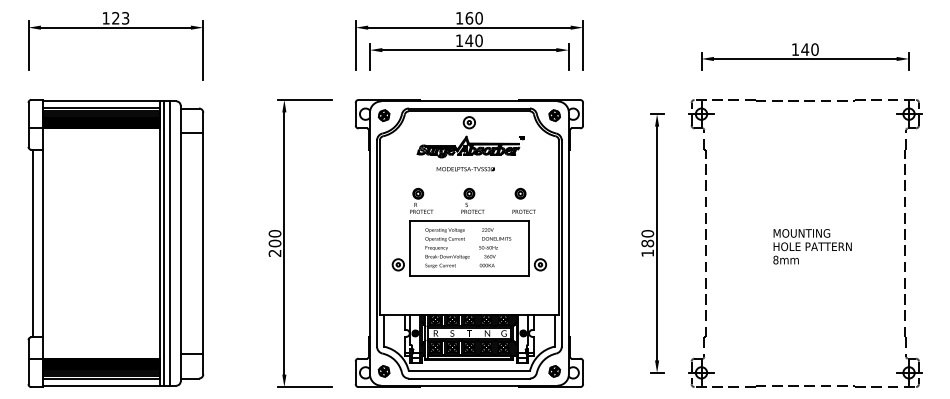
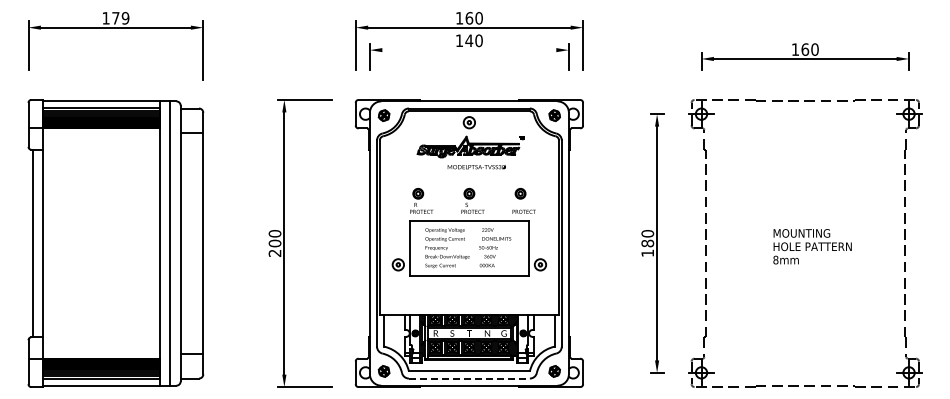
text at (120, 18): 123 -> 179
text at (805, 49): 140 -> 160
line at (469, 50): present -> none
text at (465, 169) position: (465, 169) -> (476, 167)
line at (163, 243): present -> none
line at (469, 378): solid -> dashed
